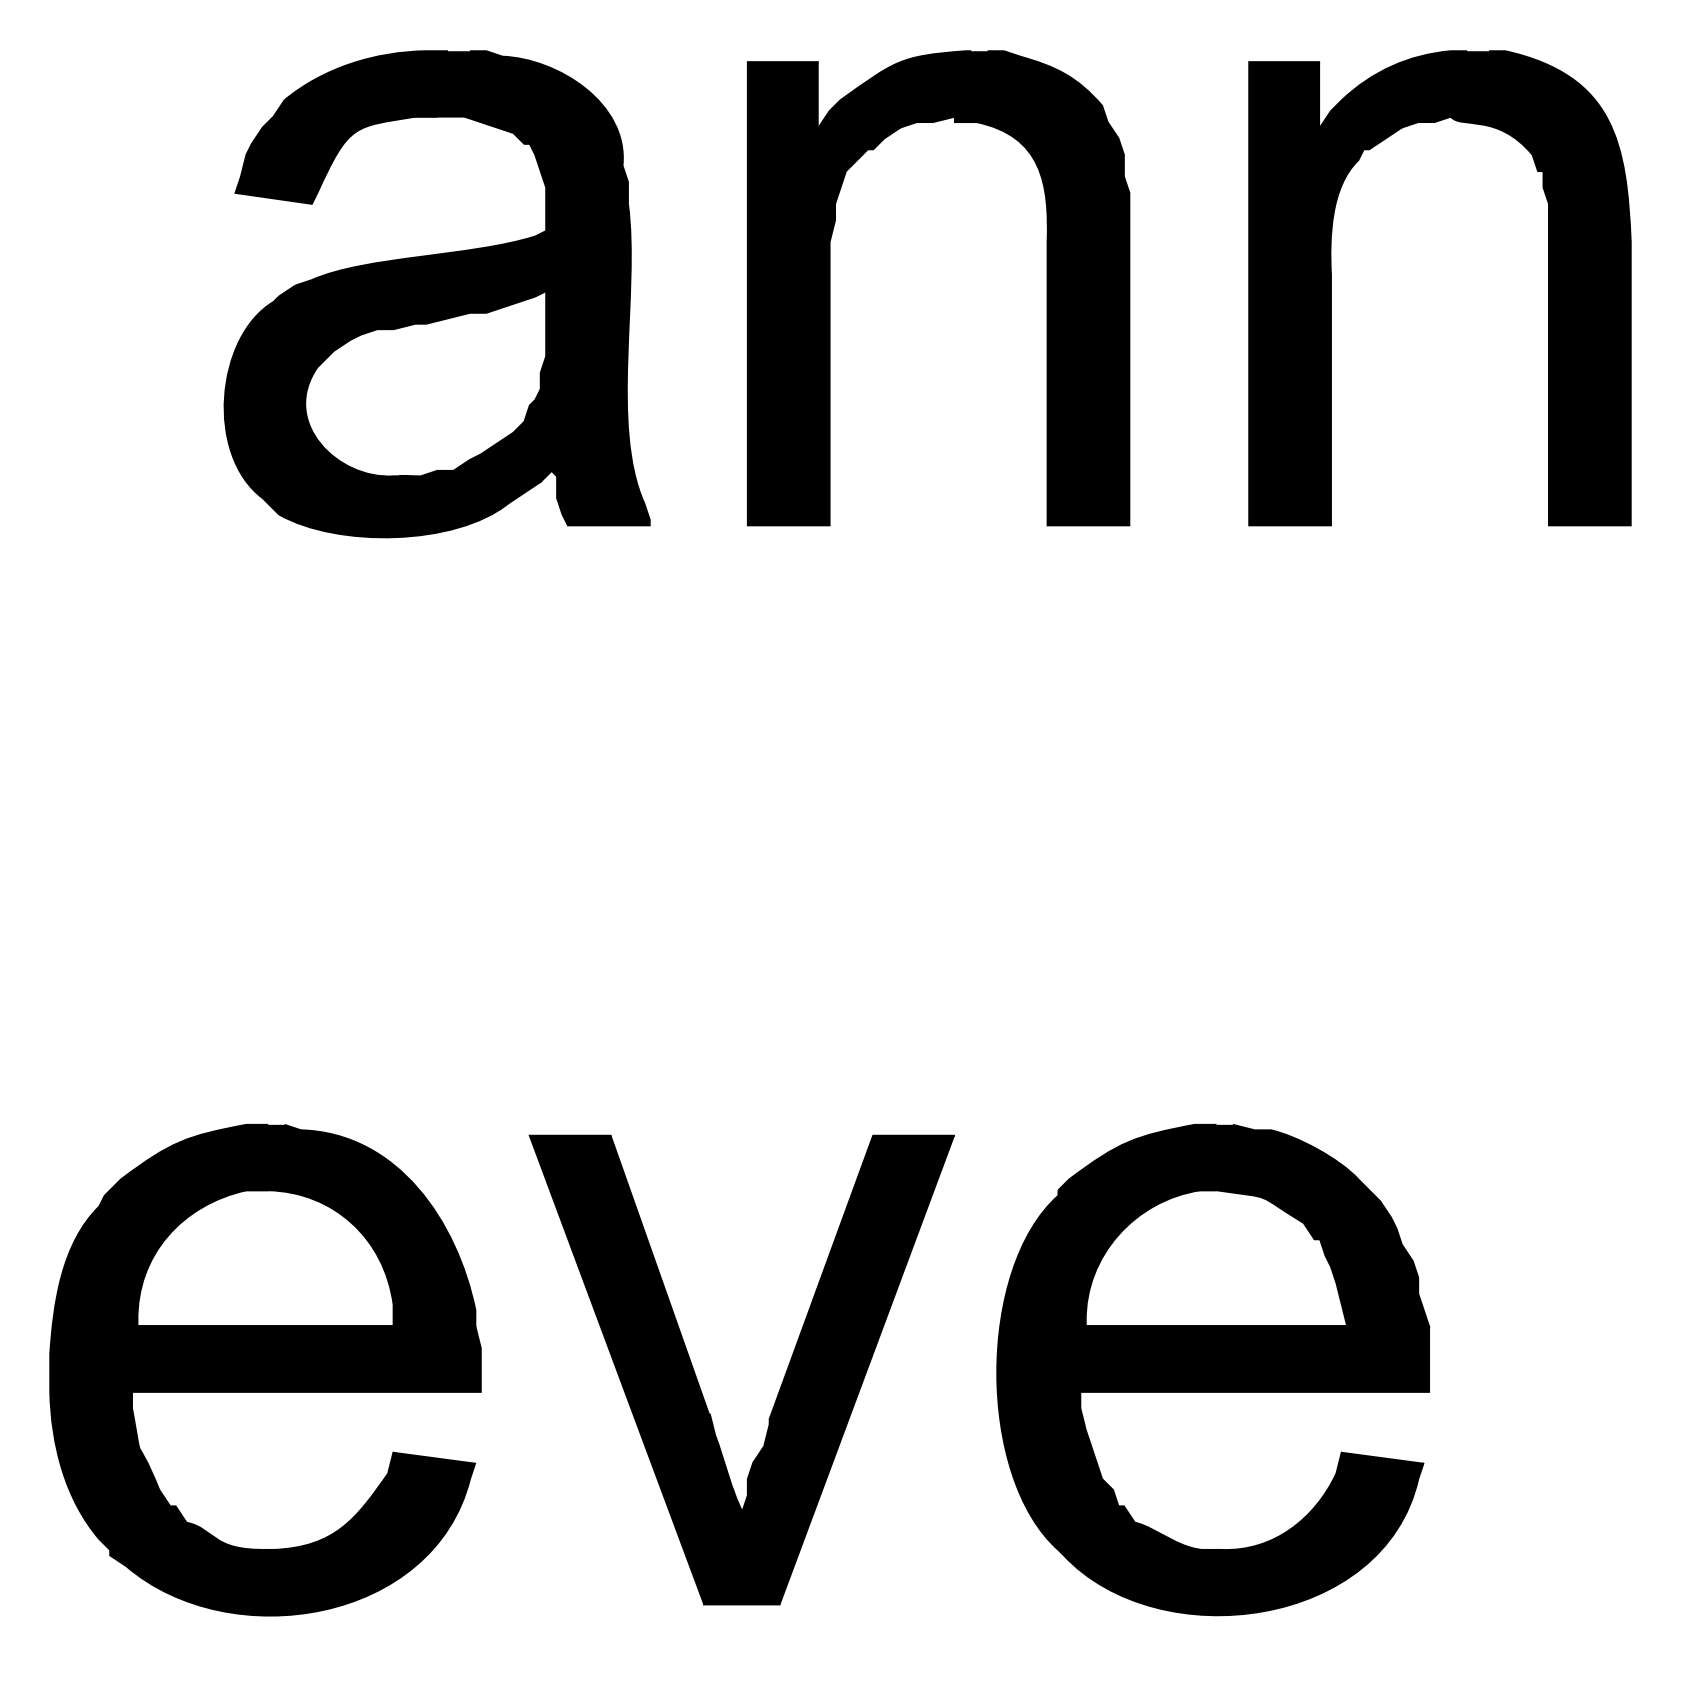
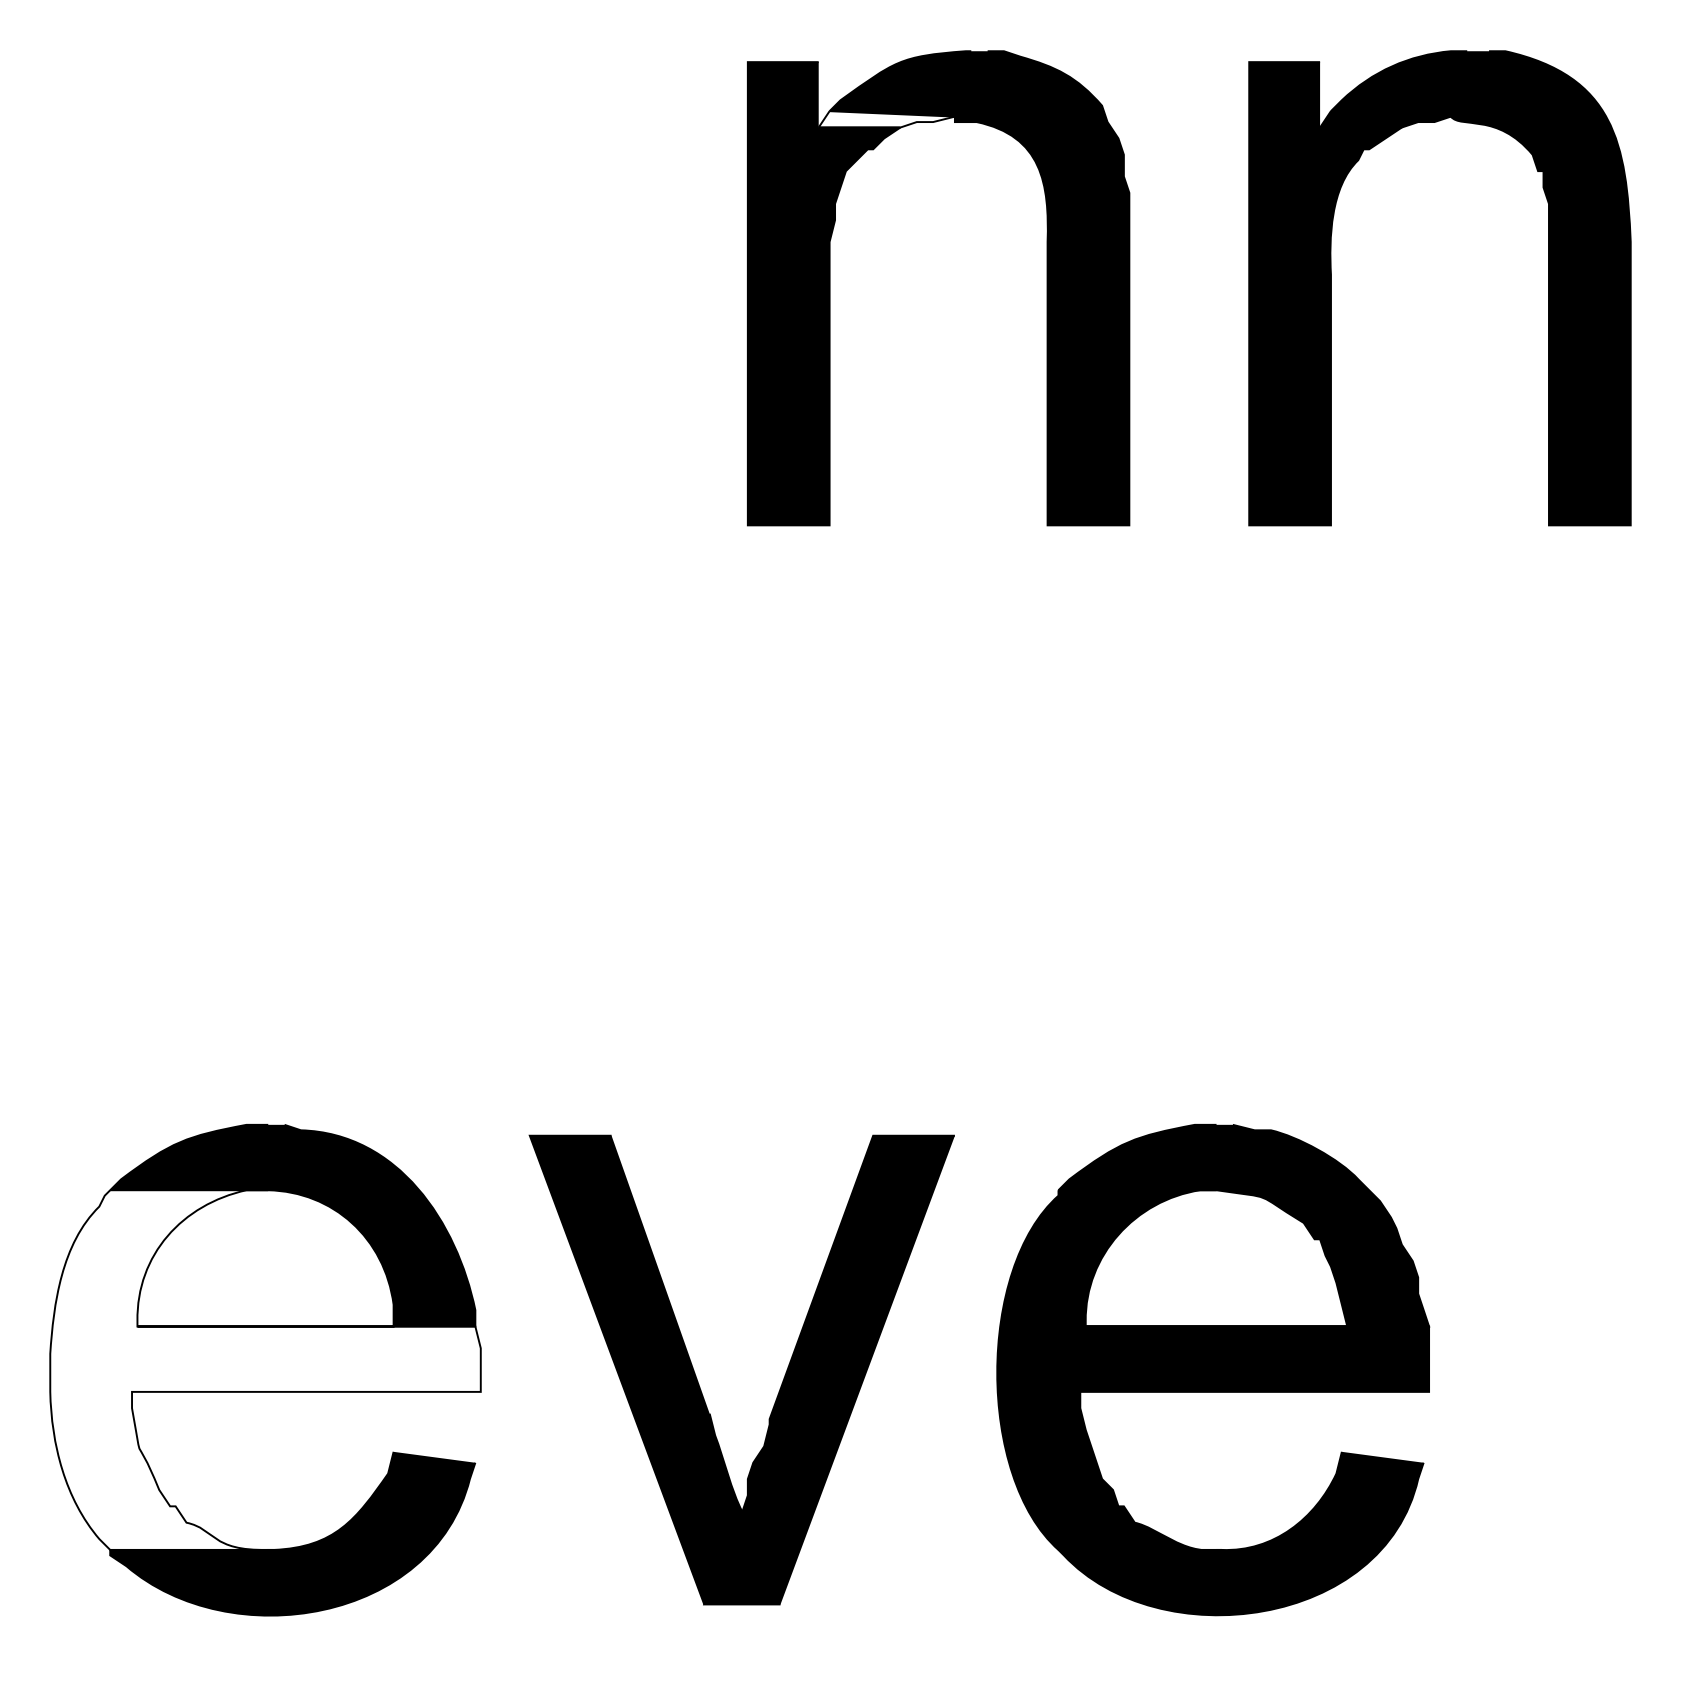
fill at (886, 119): present -> none
part at (436, 294): present -> none
fill at (265, 1369): present -> none
